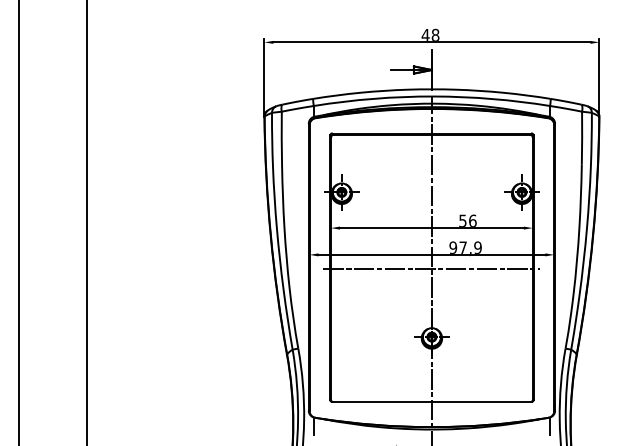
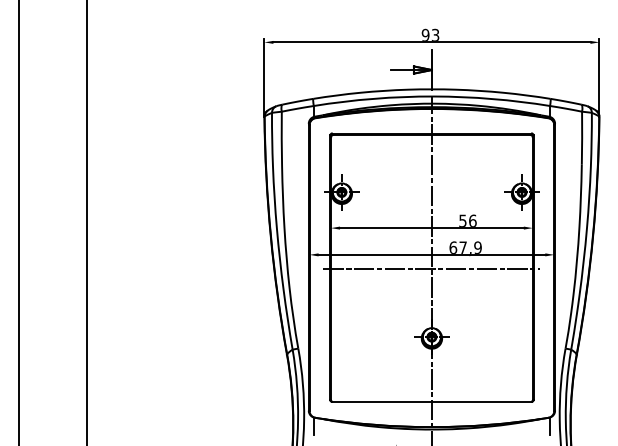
text at (430, 34): 48 -> 93
text at (453, 247): 97,9 -> 67,9
